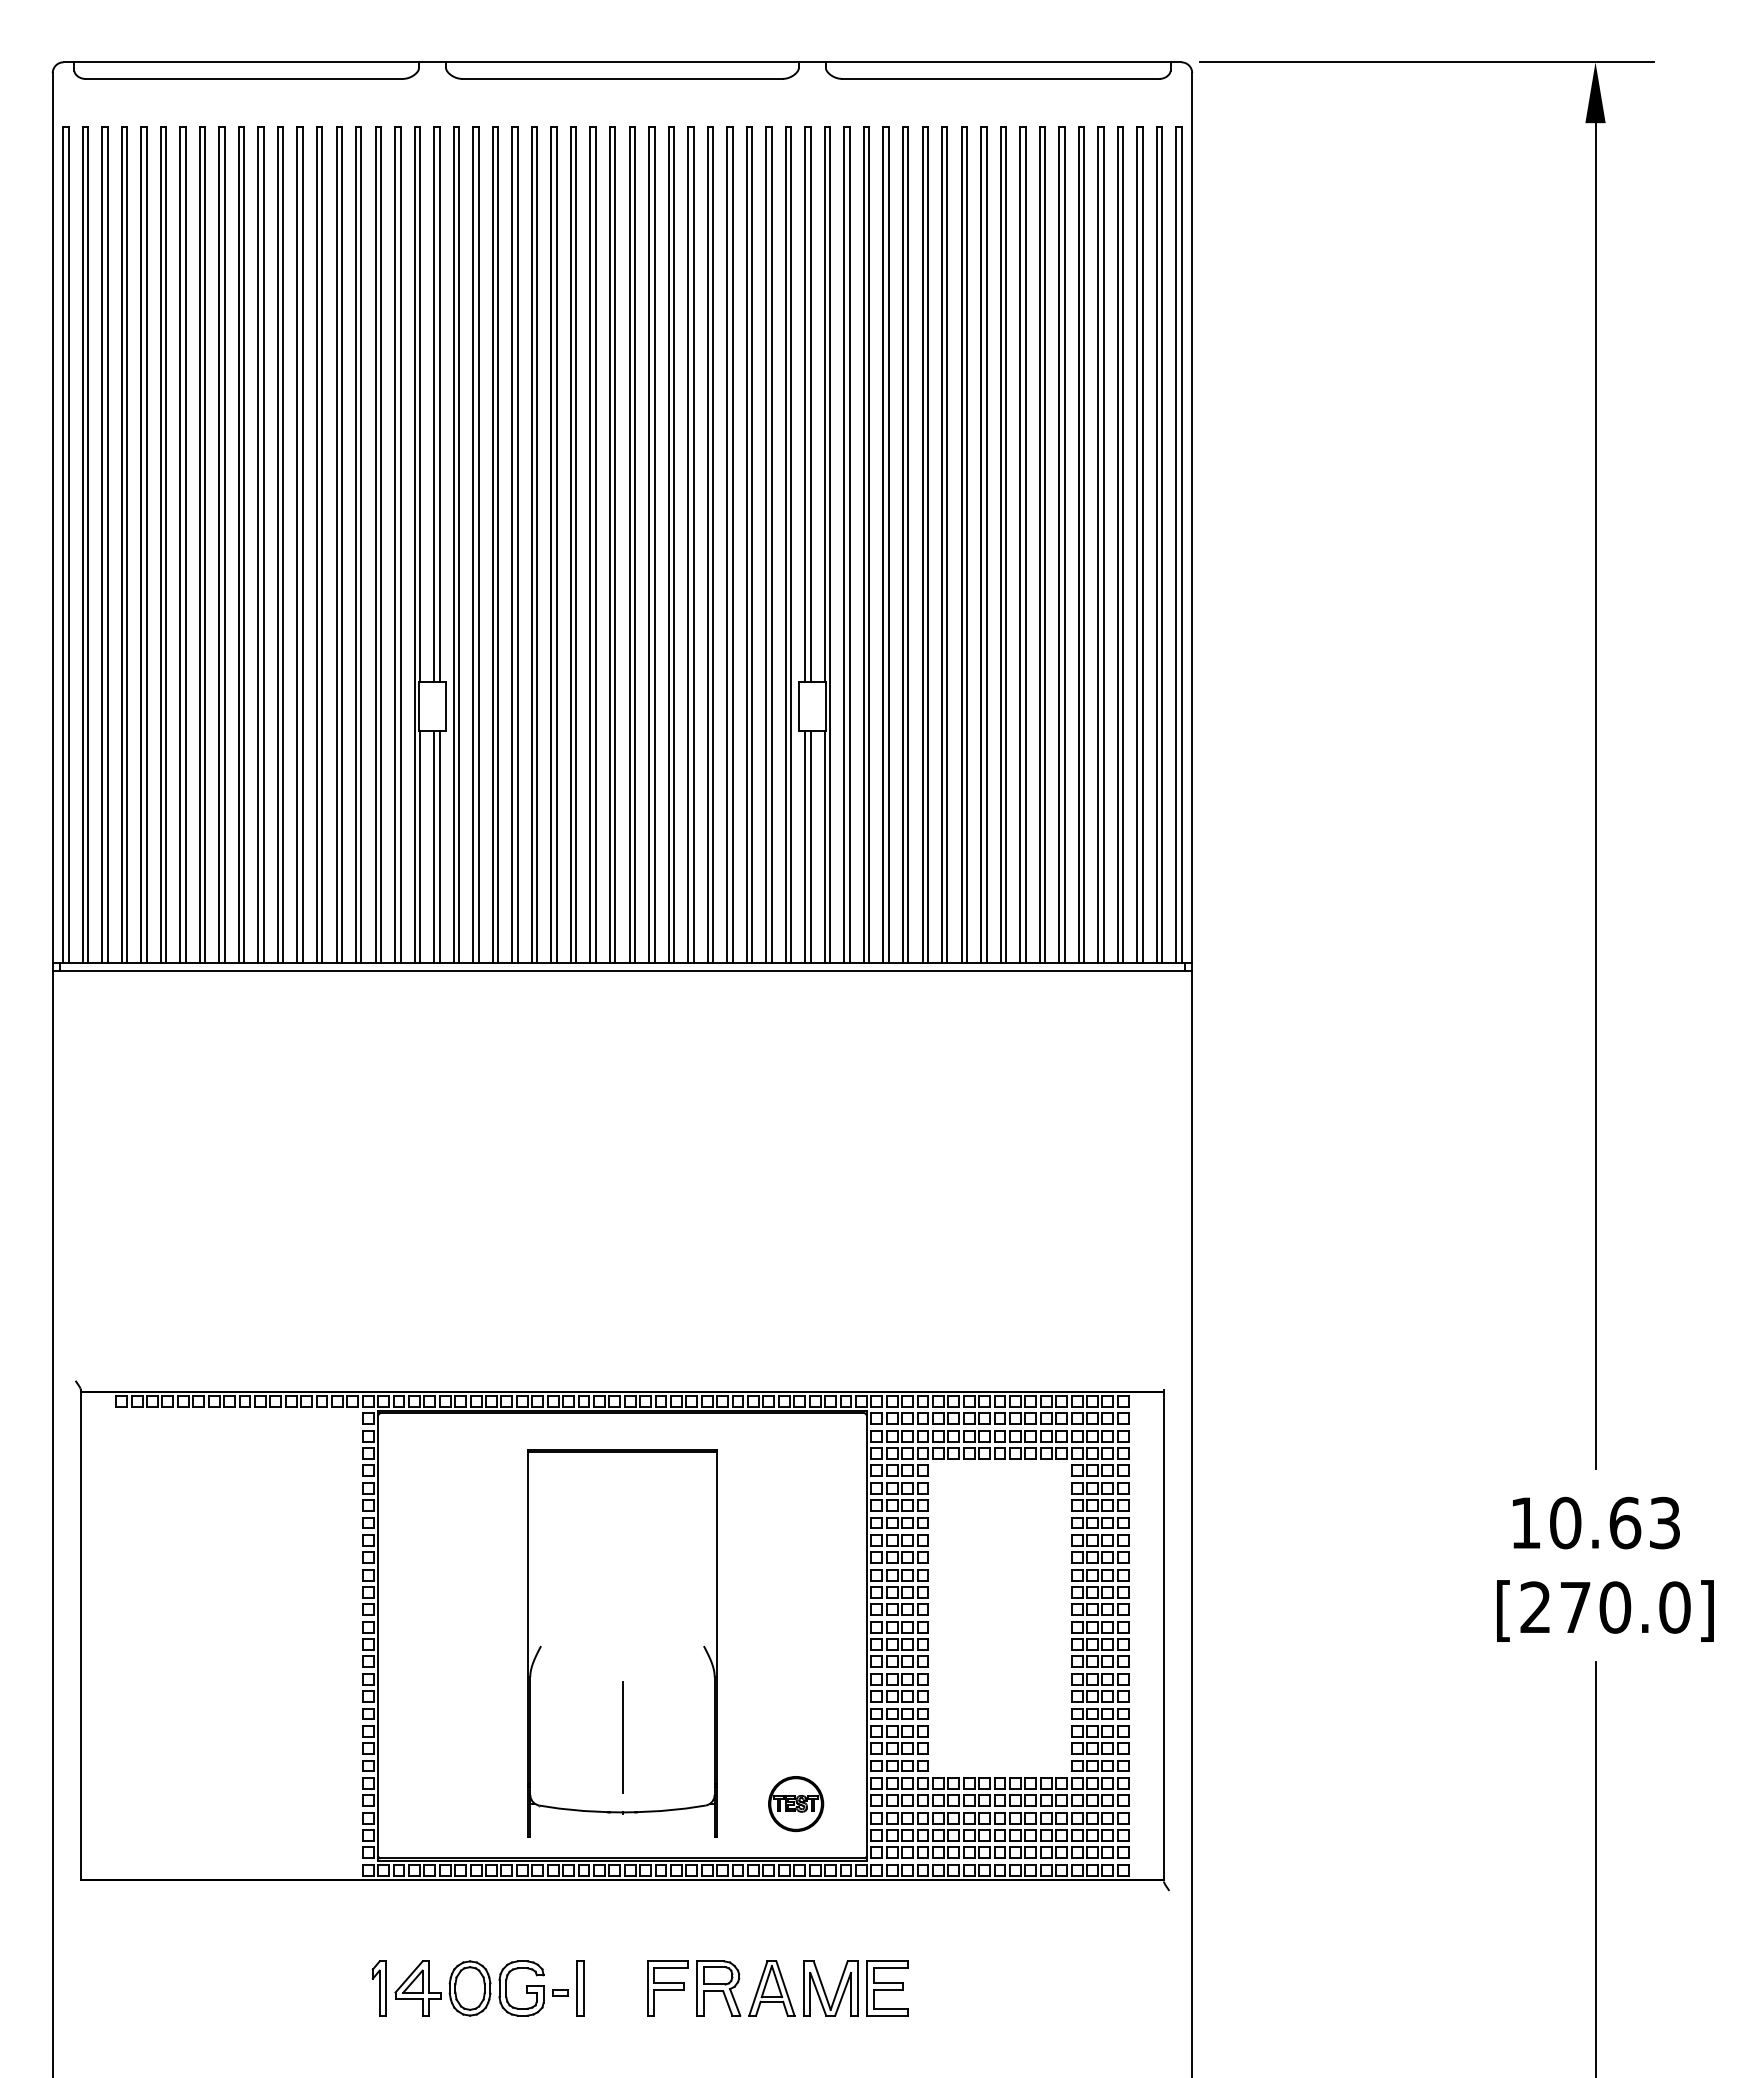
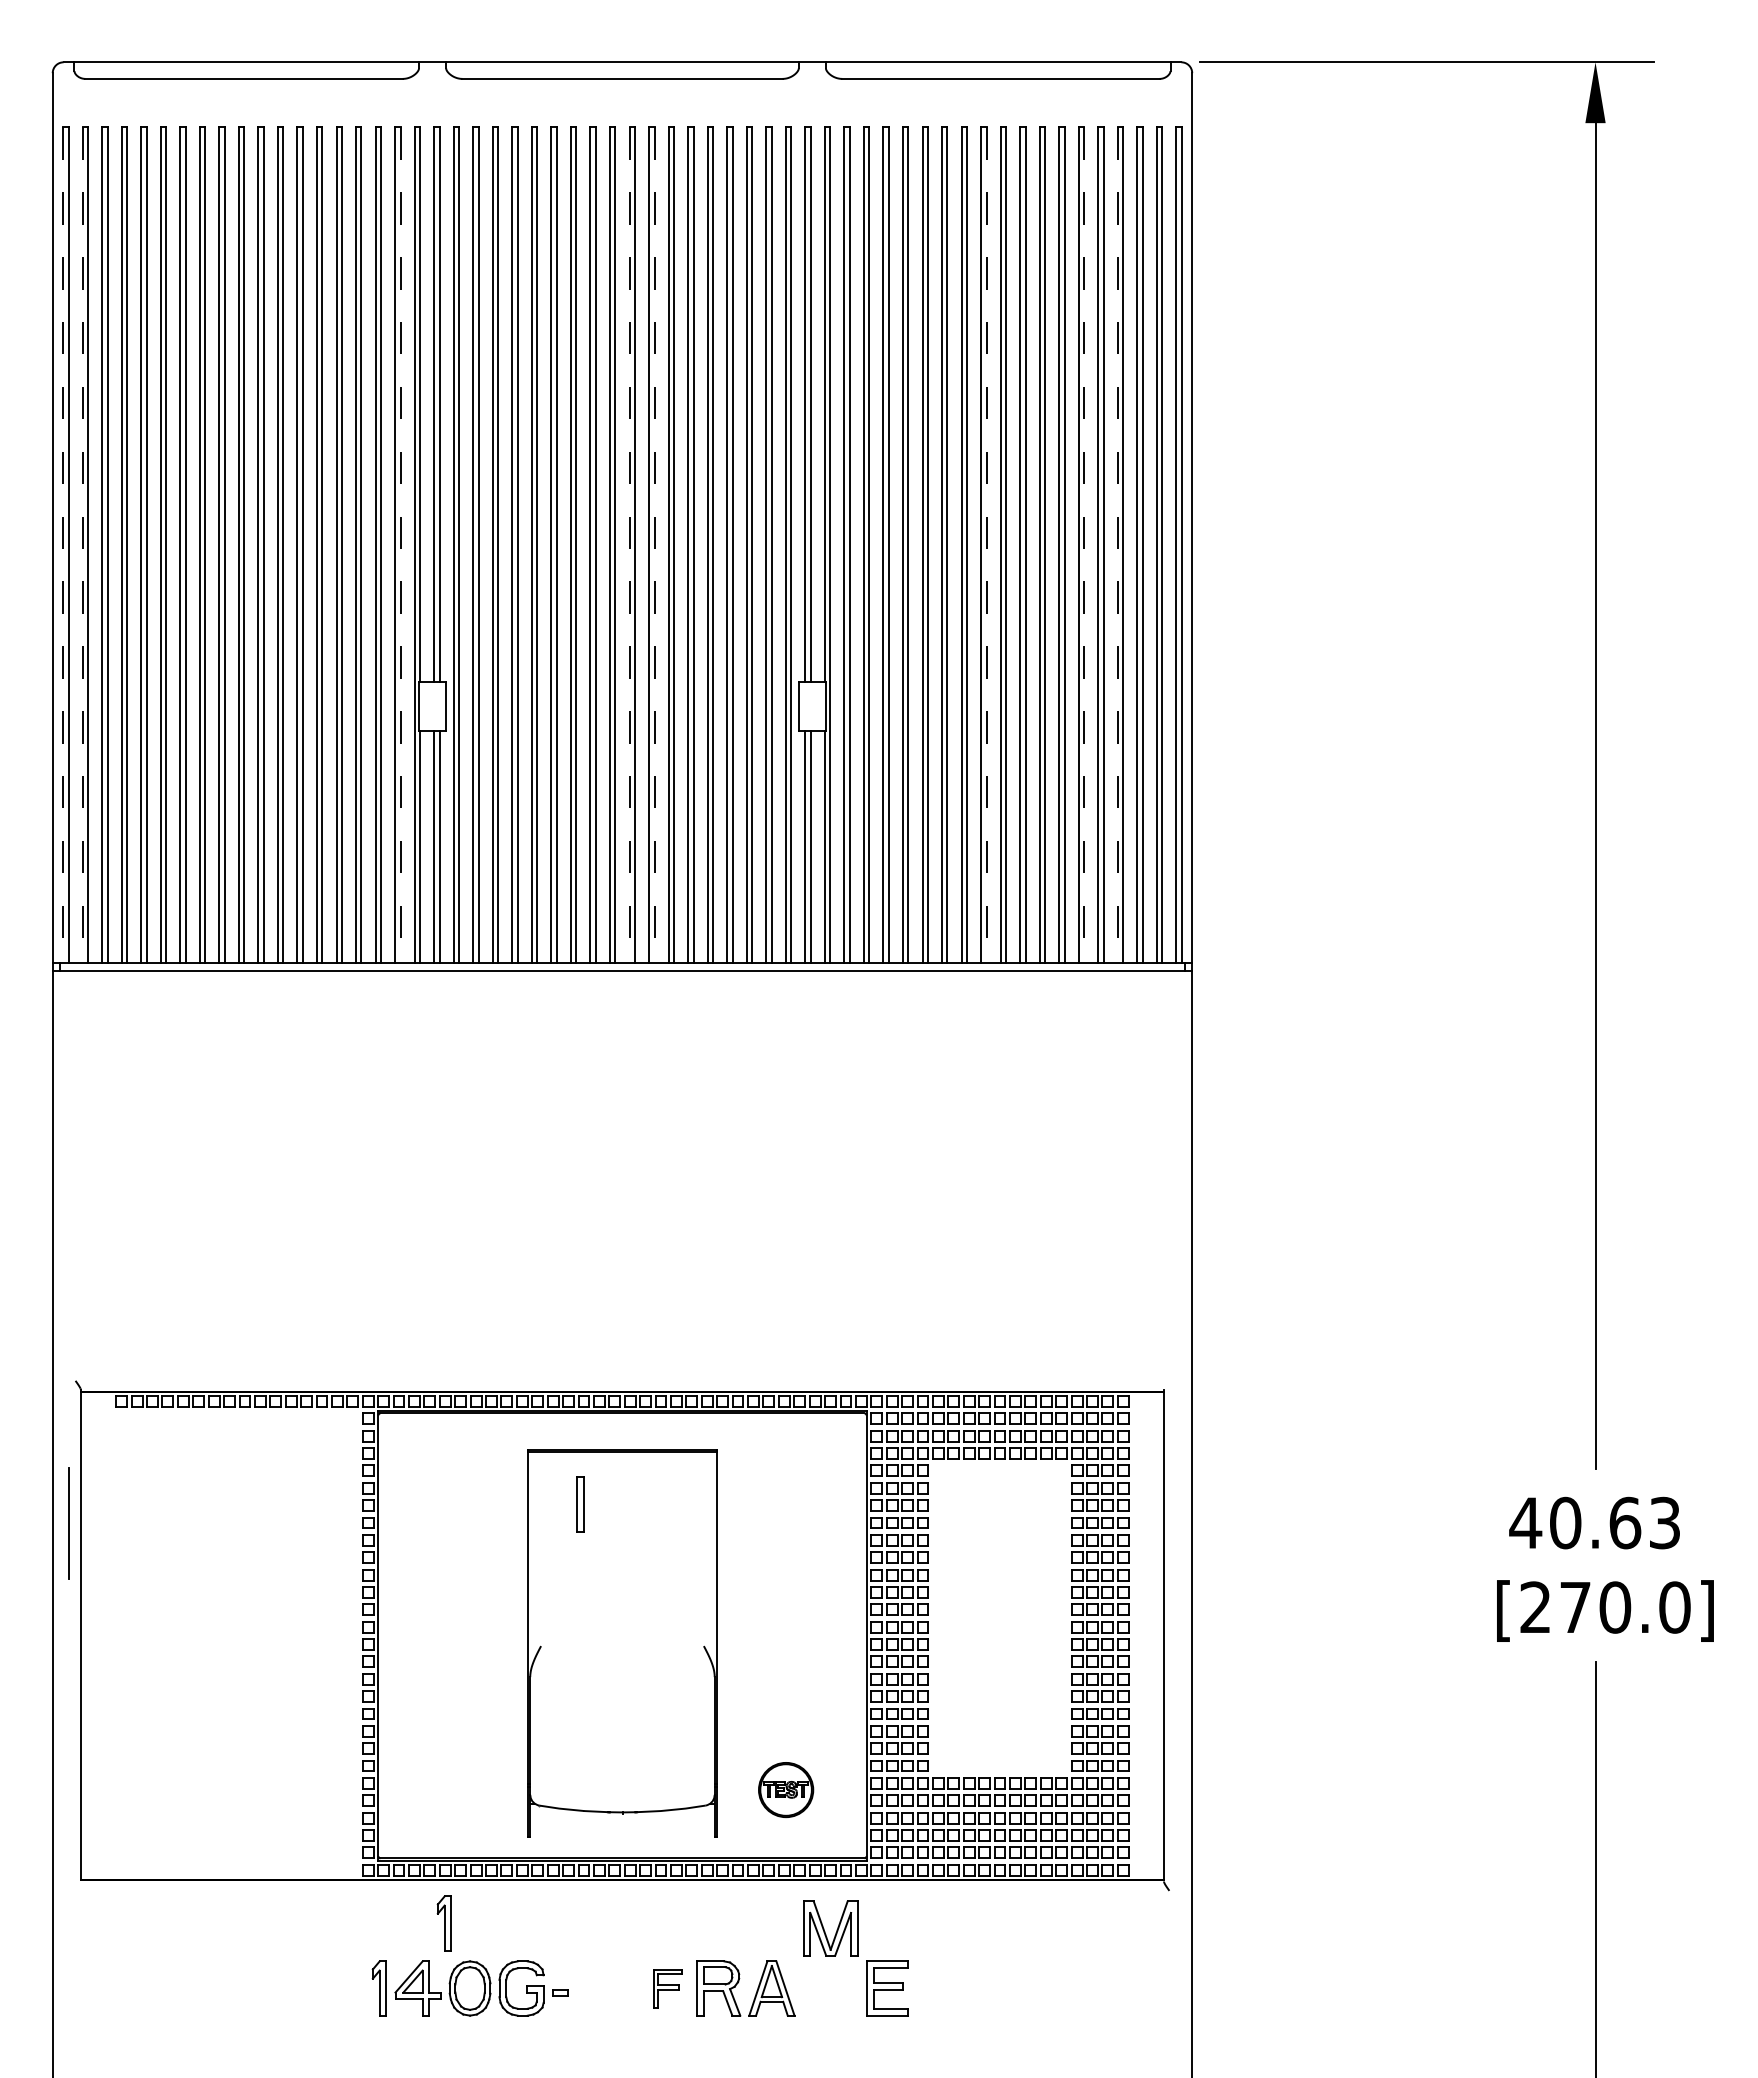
line at (63, 545): solid -> dashed
line at (82, 545): solid -> dashed
line at (400, 545): solid -> dashed
line at (629, 545): solid -> dashed
line at (654, 545): solid -> dashed
line at (986, 545): solid -> dashed
line at (1084, 545): solid -> dashed
line at (1117, 545): solid -> dashed
text at (1525, 1522): 10.63 -> 40.63
line at (622, 1737) position: (622, 1737) -> (68, 1523)
part at (796, 1804) position: (796, 1804) -> (786, 1790)
part at (443, 1923): none -> present
part at (580, 1988) position: (580, 1988) -> (580, 1504)
part at (667, 1988) size: 42x57 px -> 30x40 px
part at (830, 1988) position: (830, 1988) -> (830, 1928)
